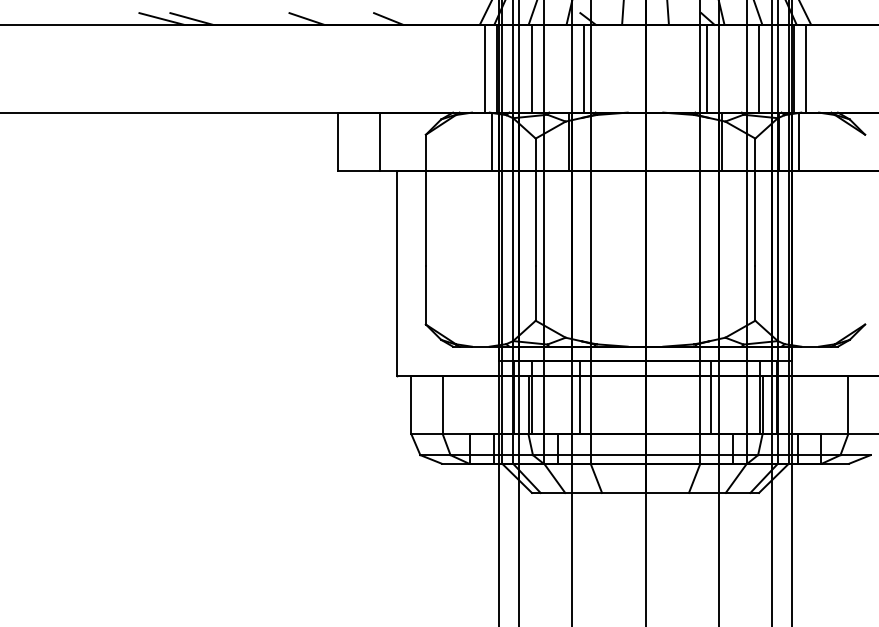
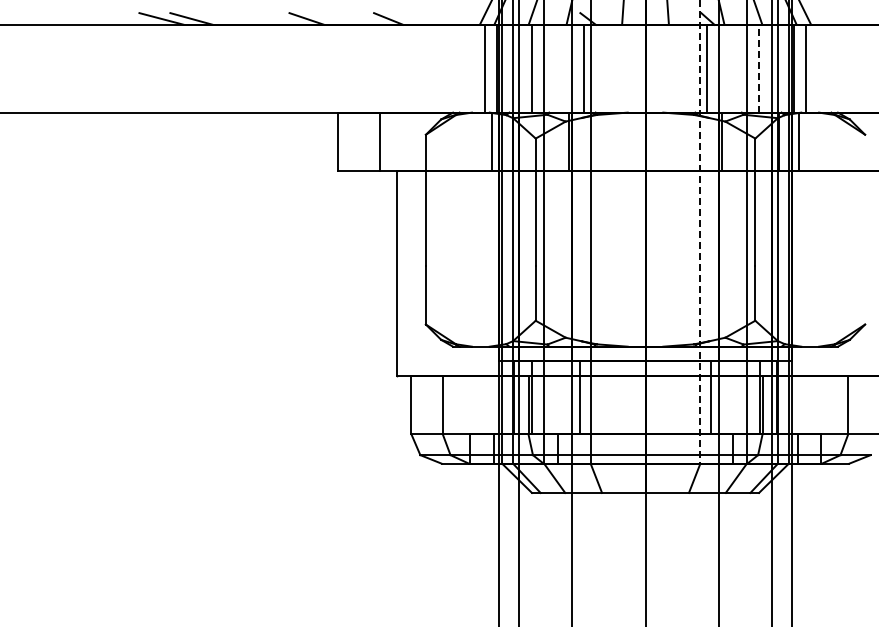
line at (759, 68): solid -> dashed
line at (700, 232): solid -> dashed
